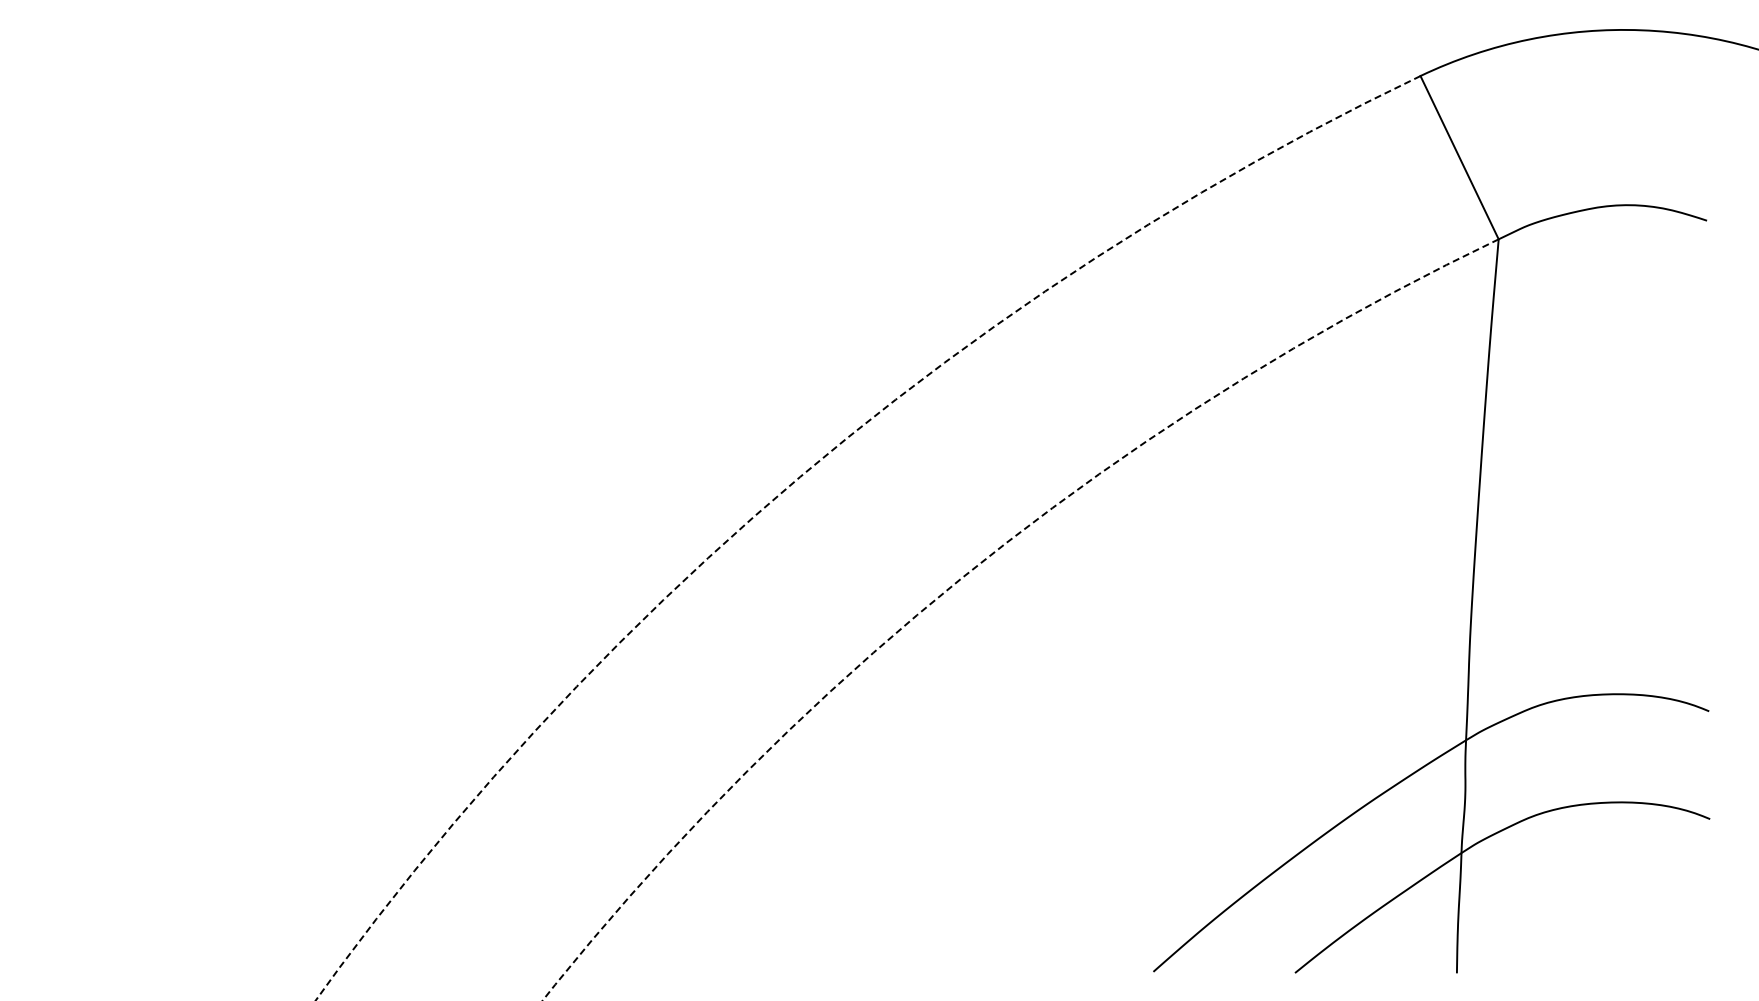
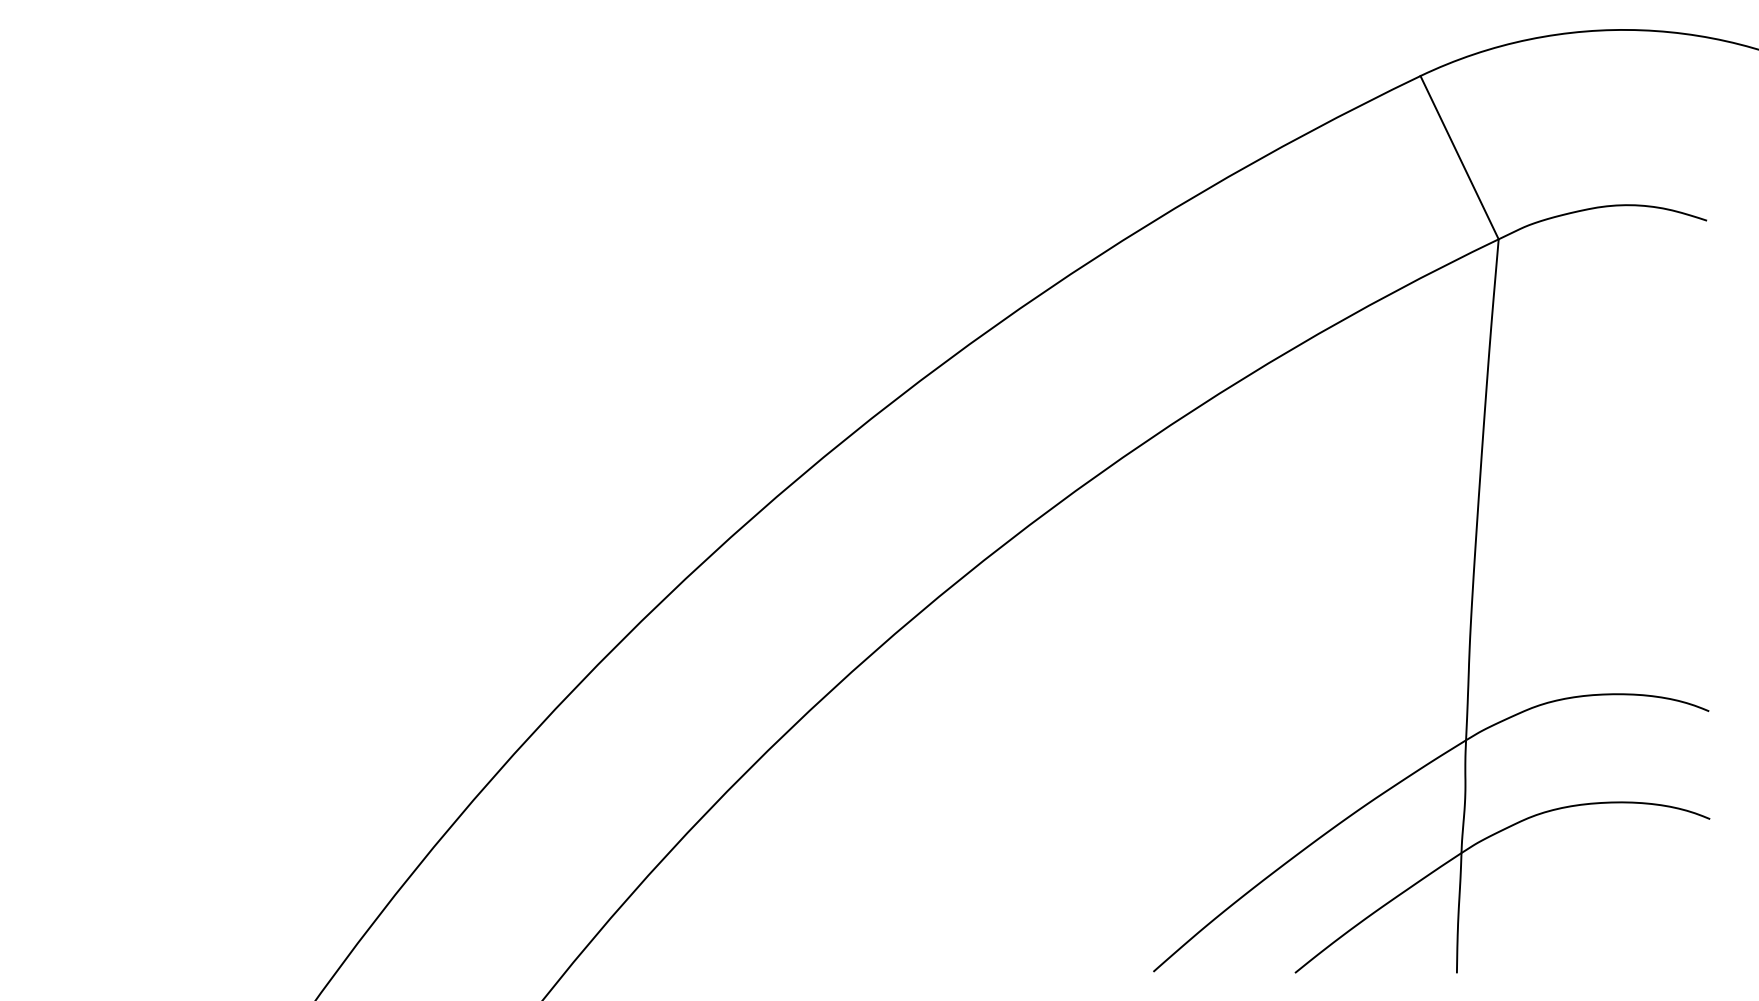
arc at (809, 469): dashed -> solid
arc at (978, 564): dashed -> solid
